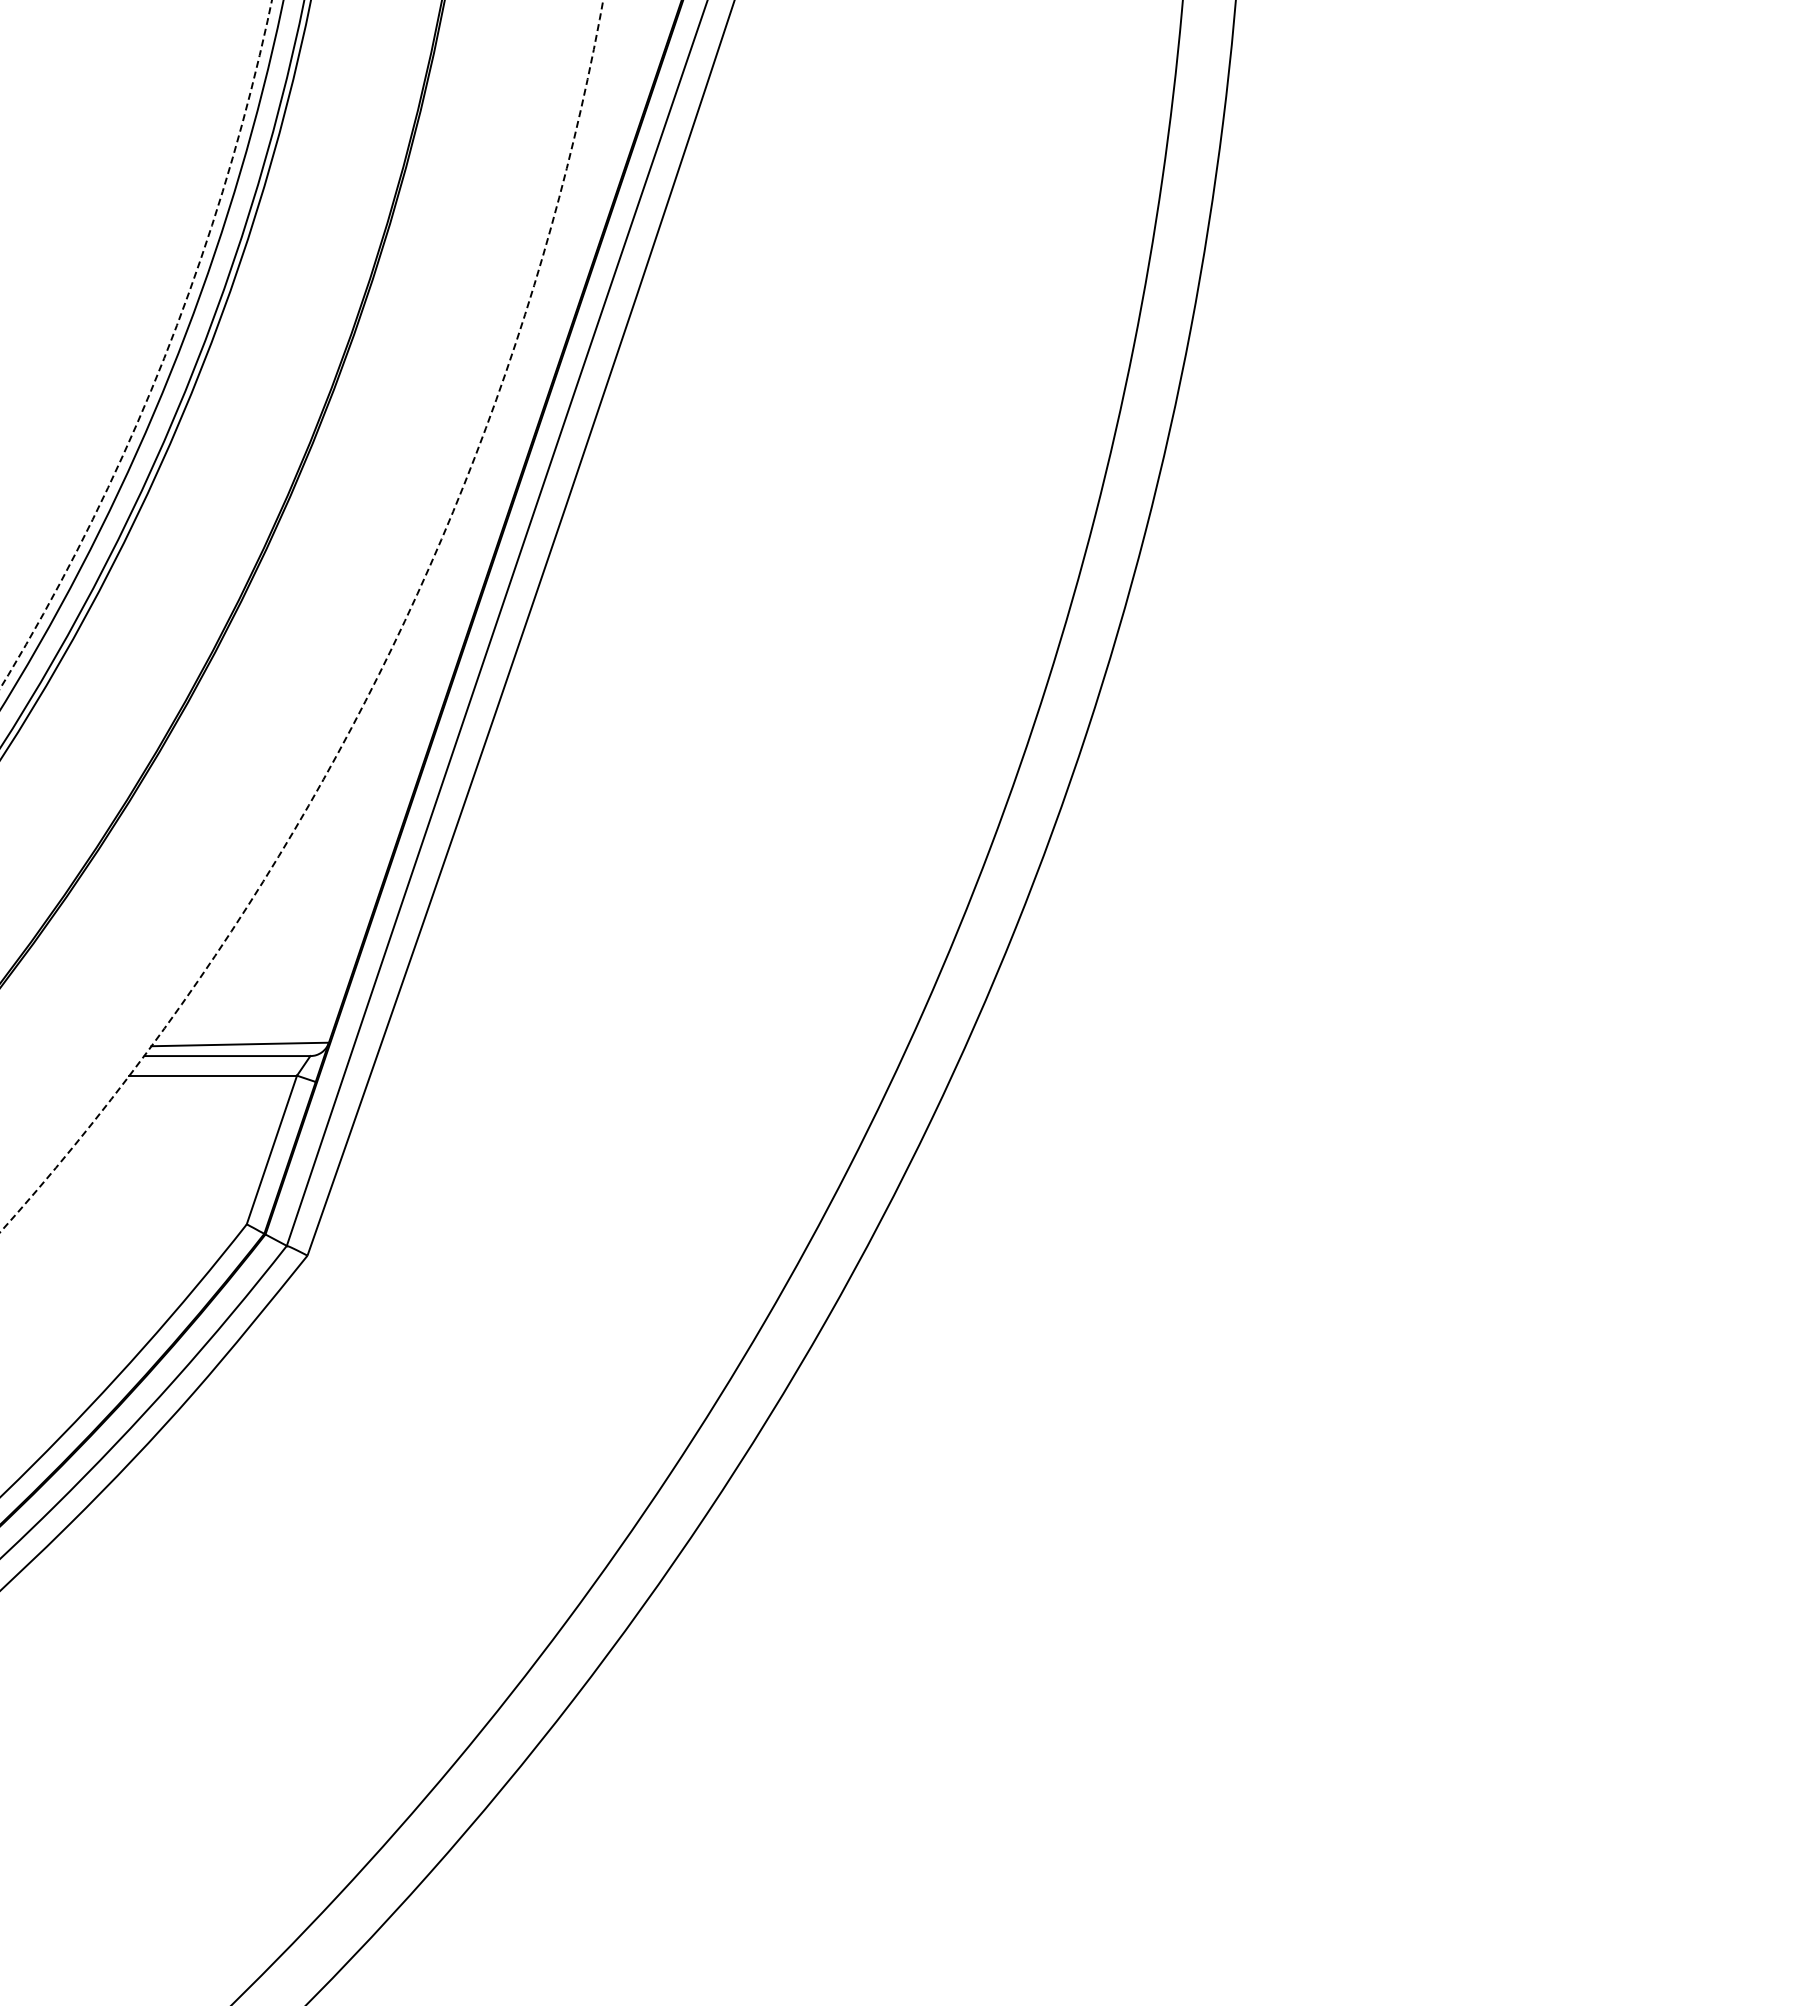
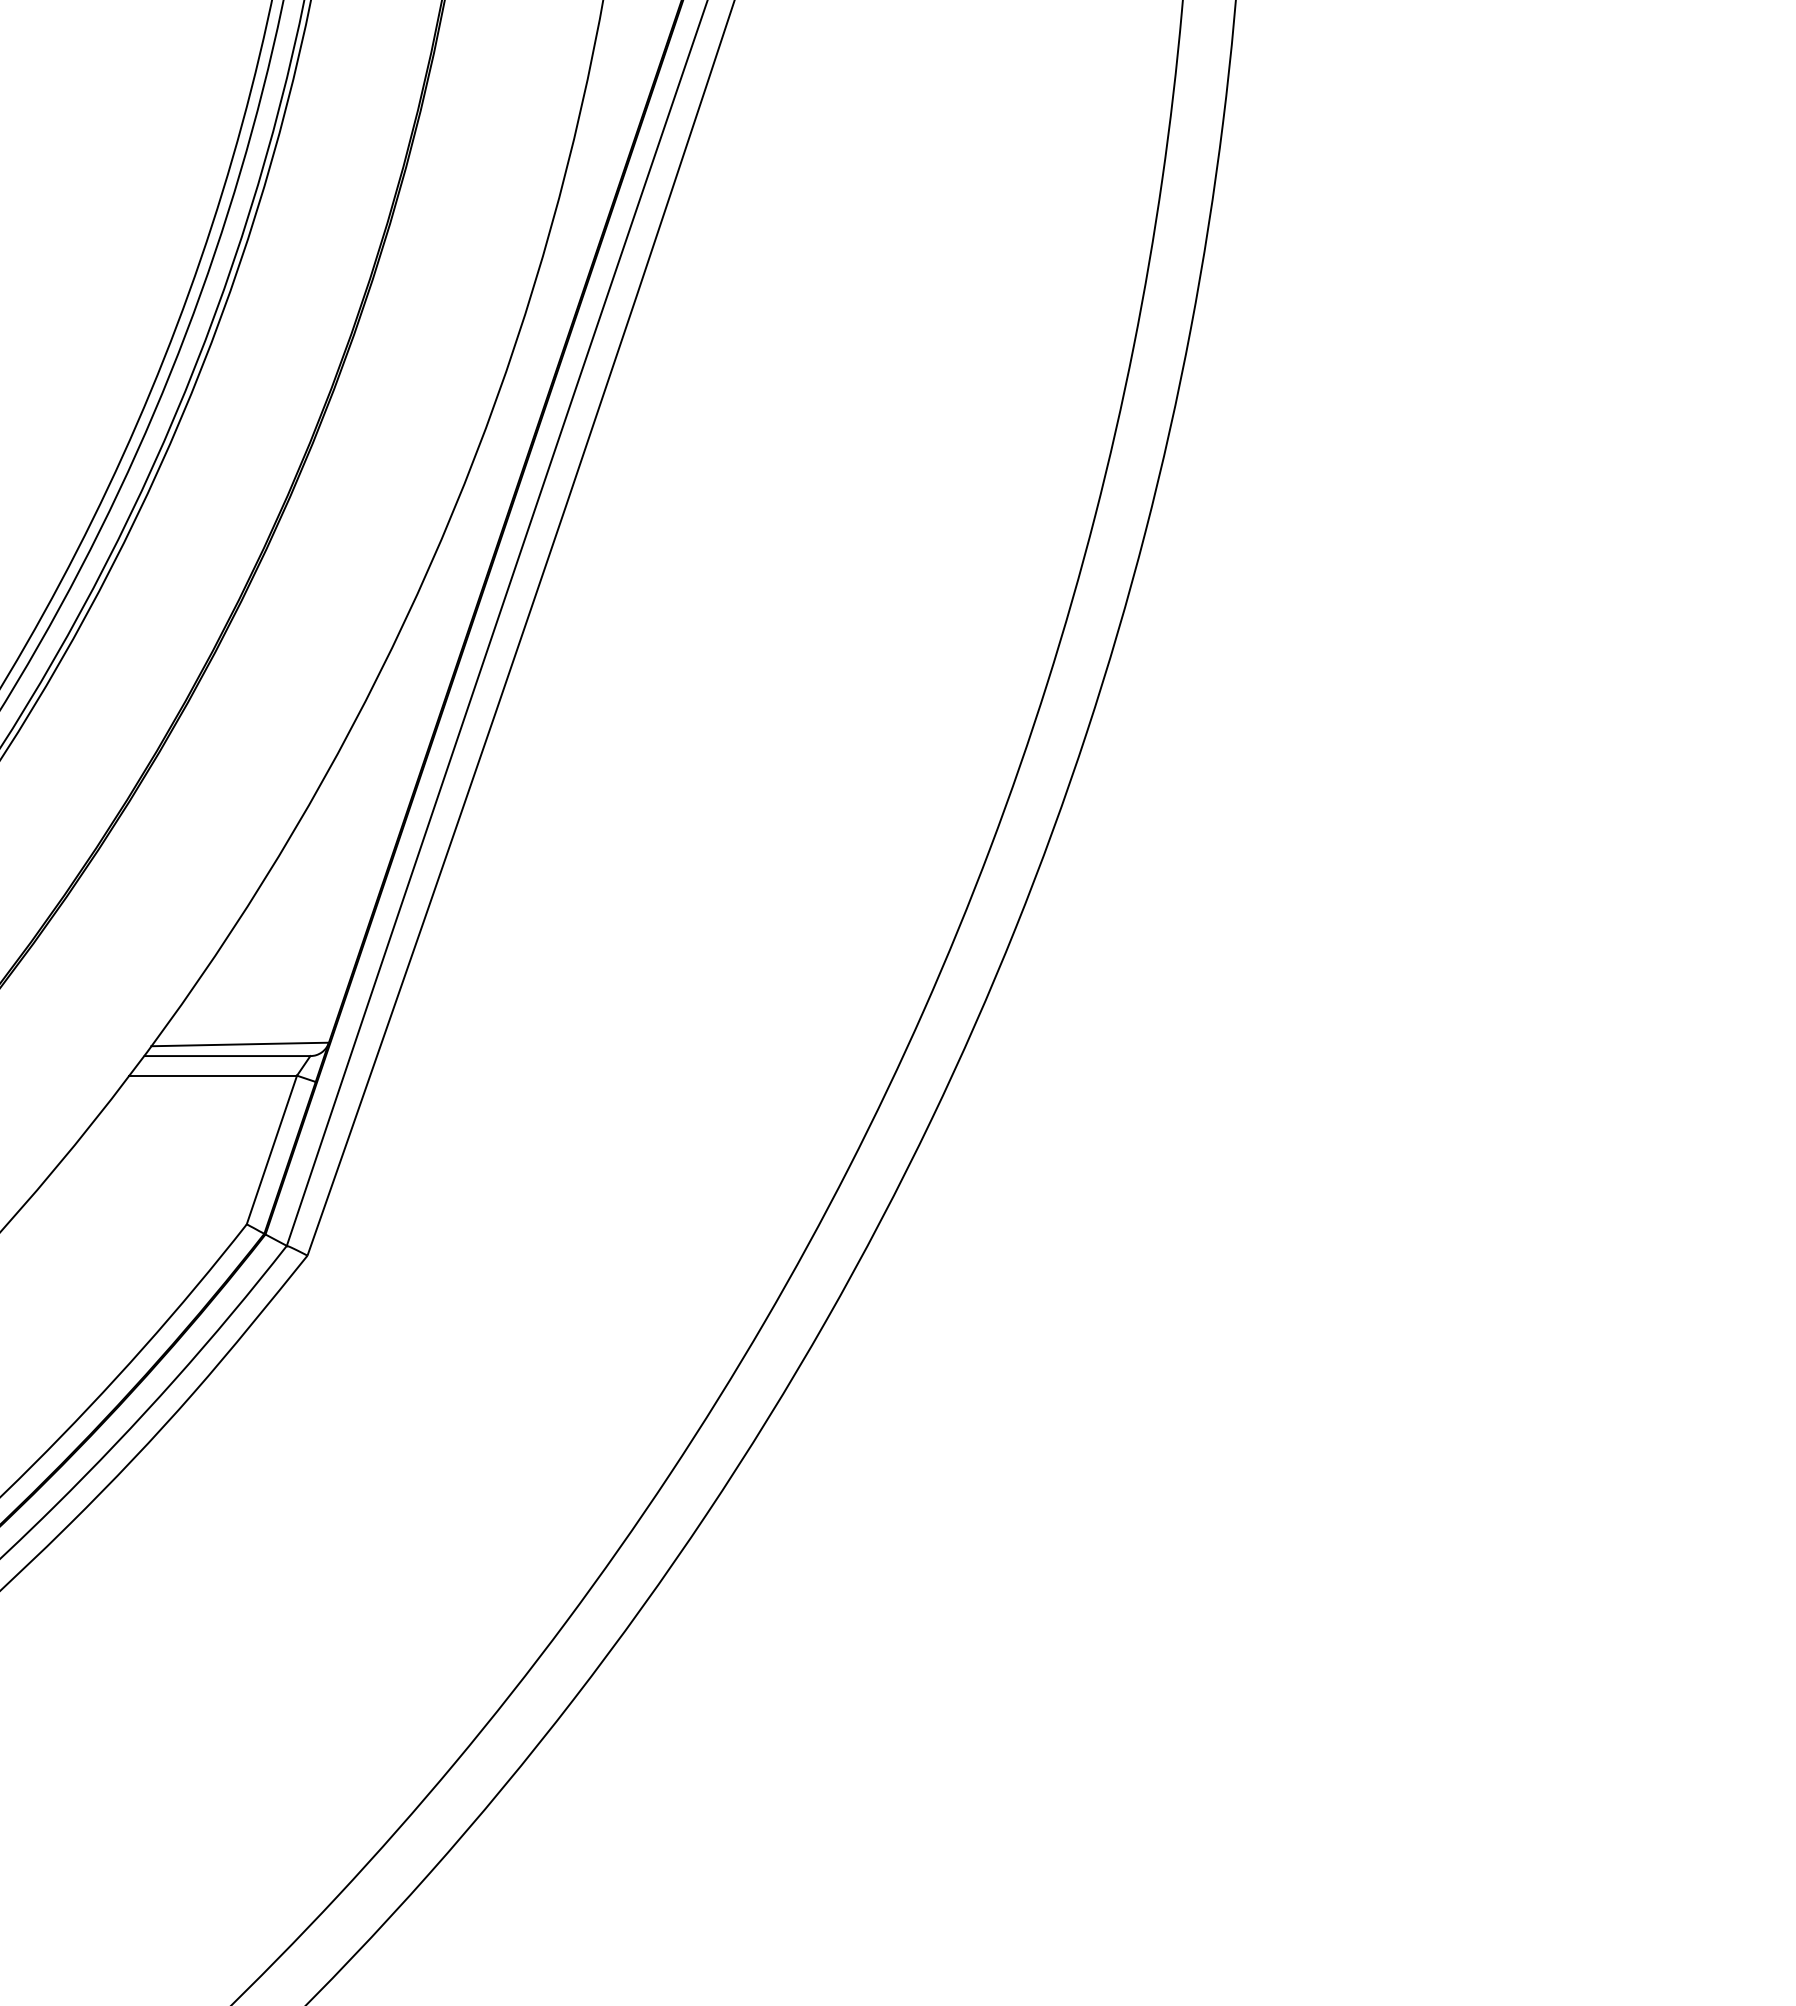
arc at (164, 356): dashed -> solid
arc at (386, 658): dashed -> solid
